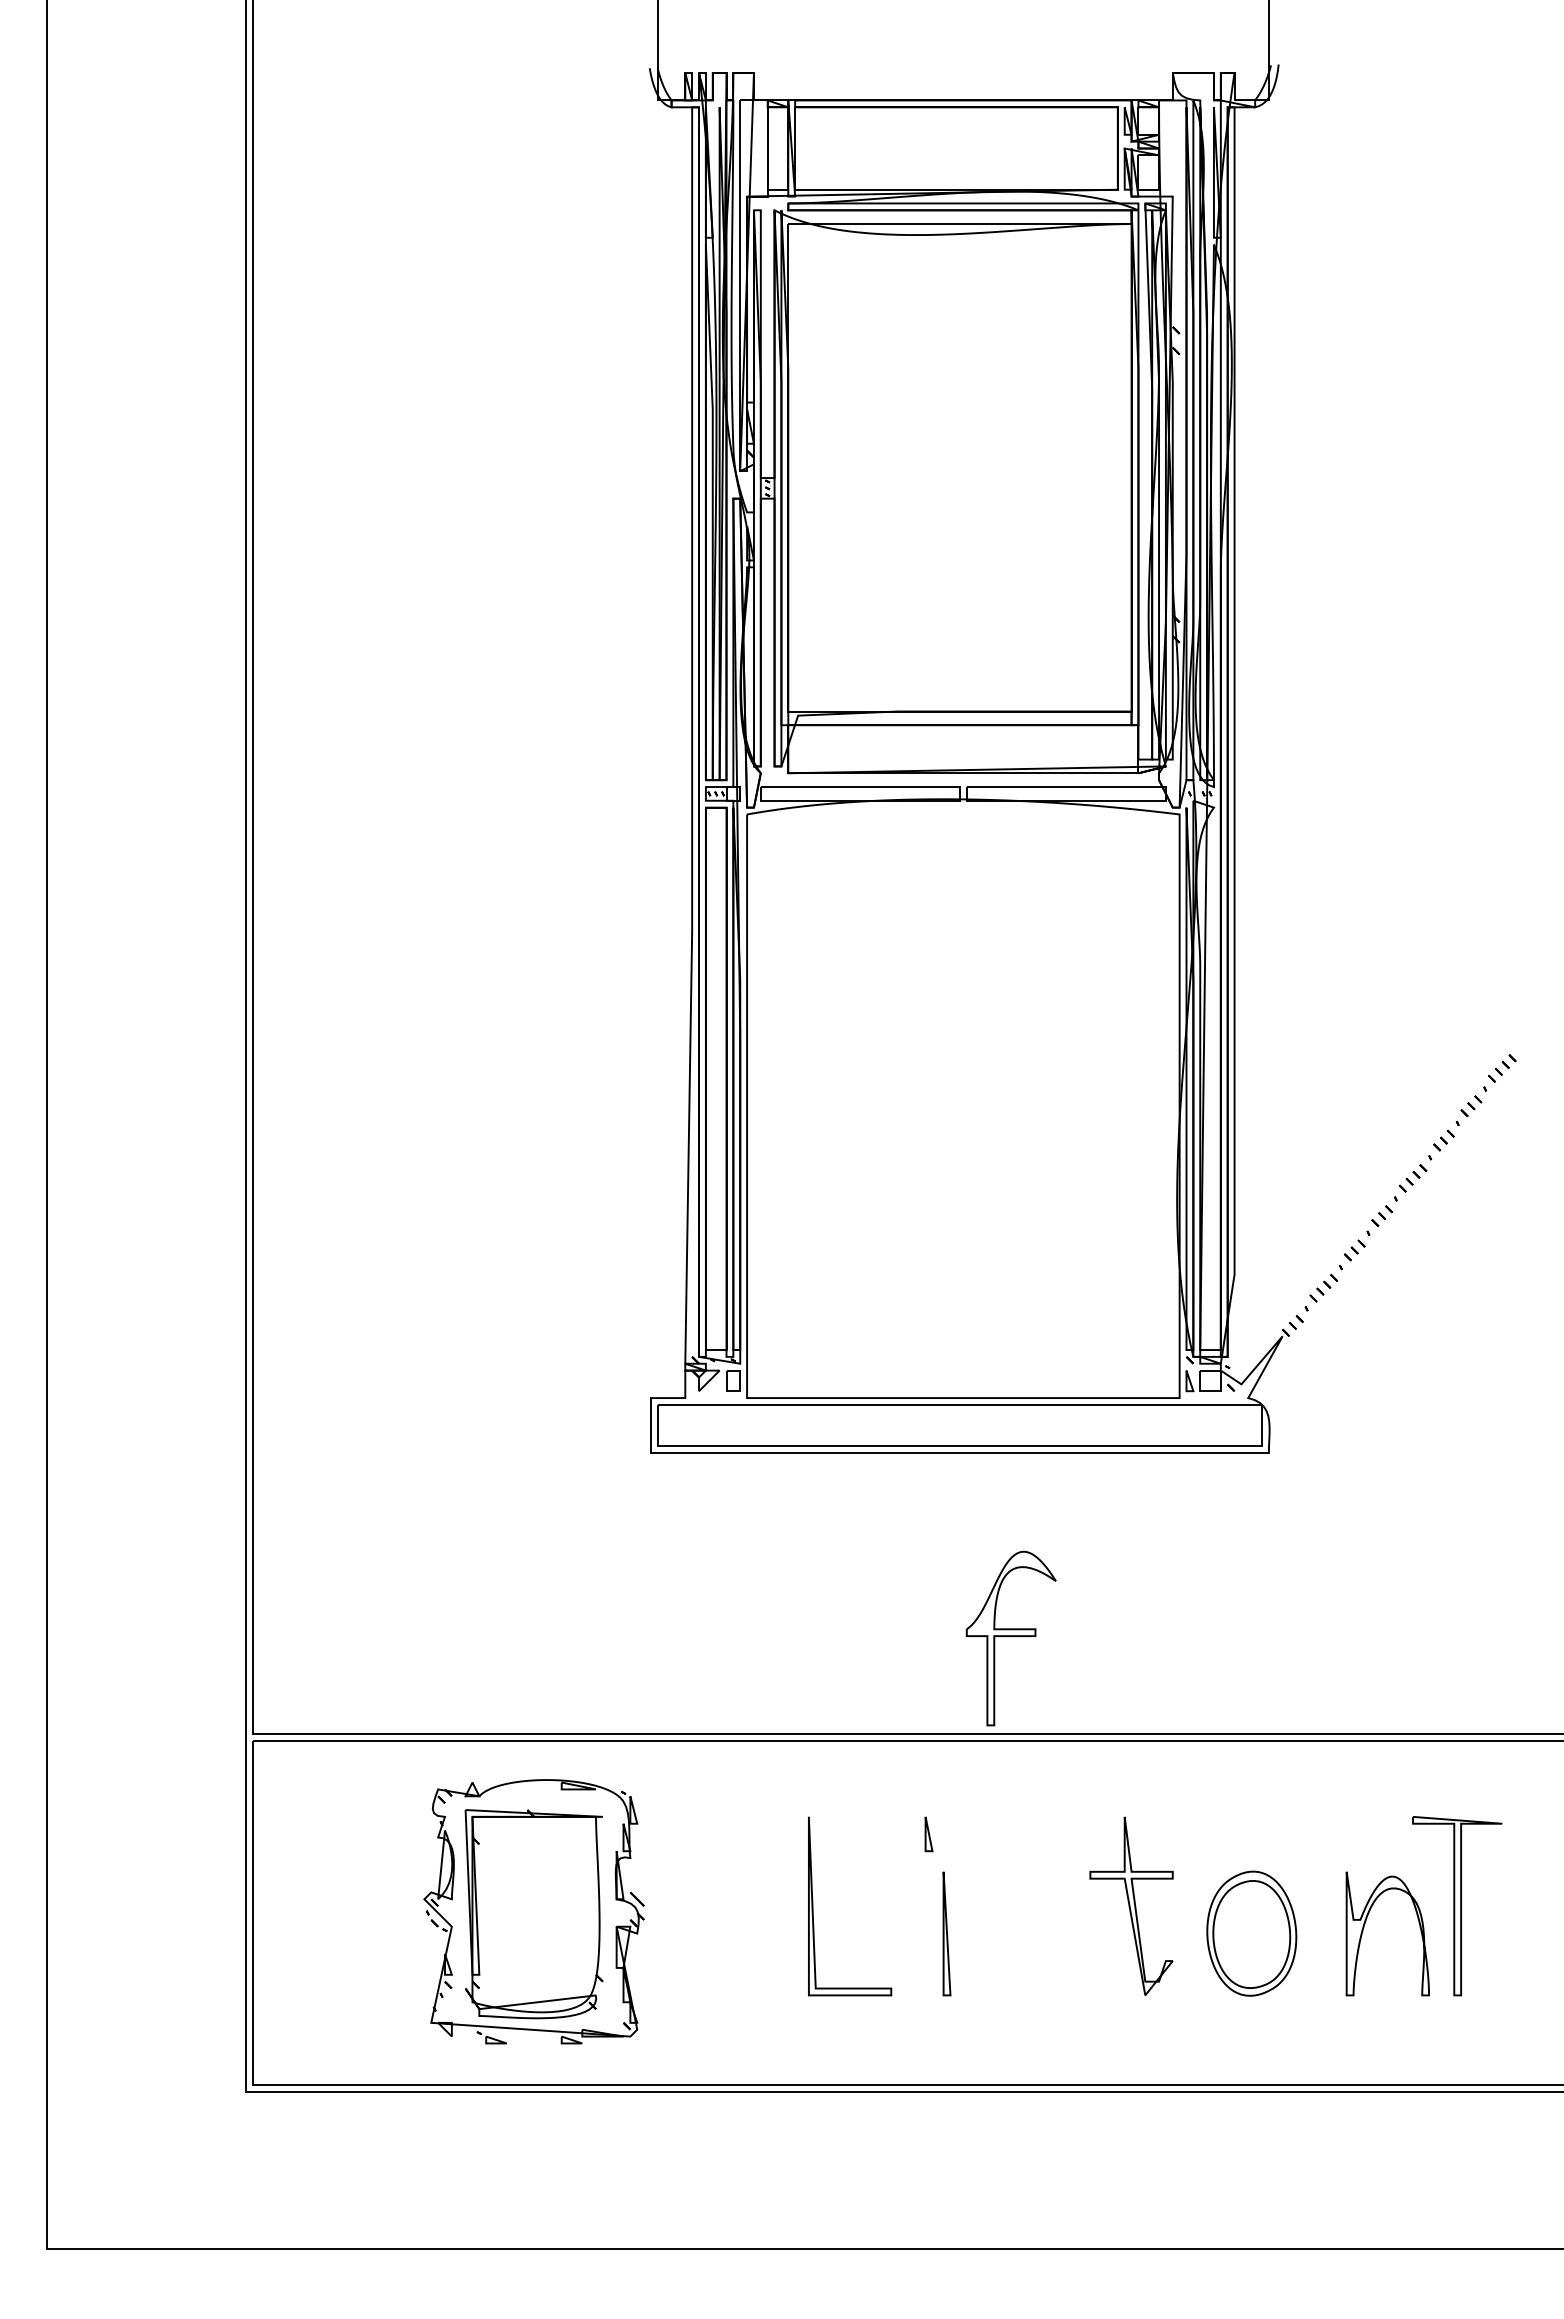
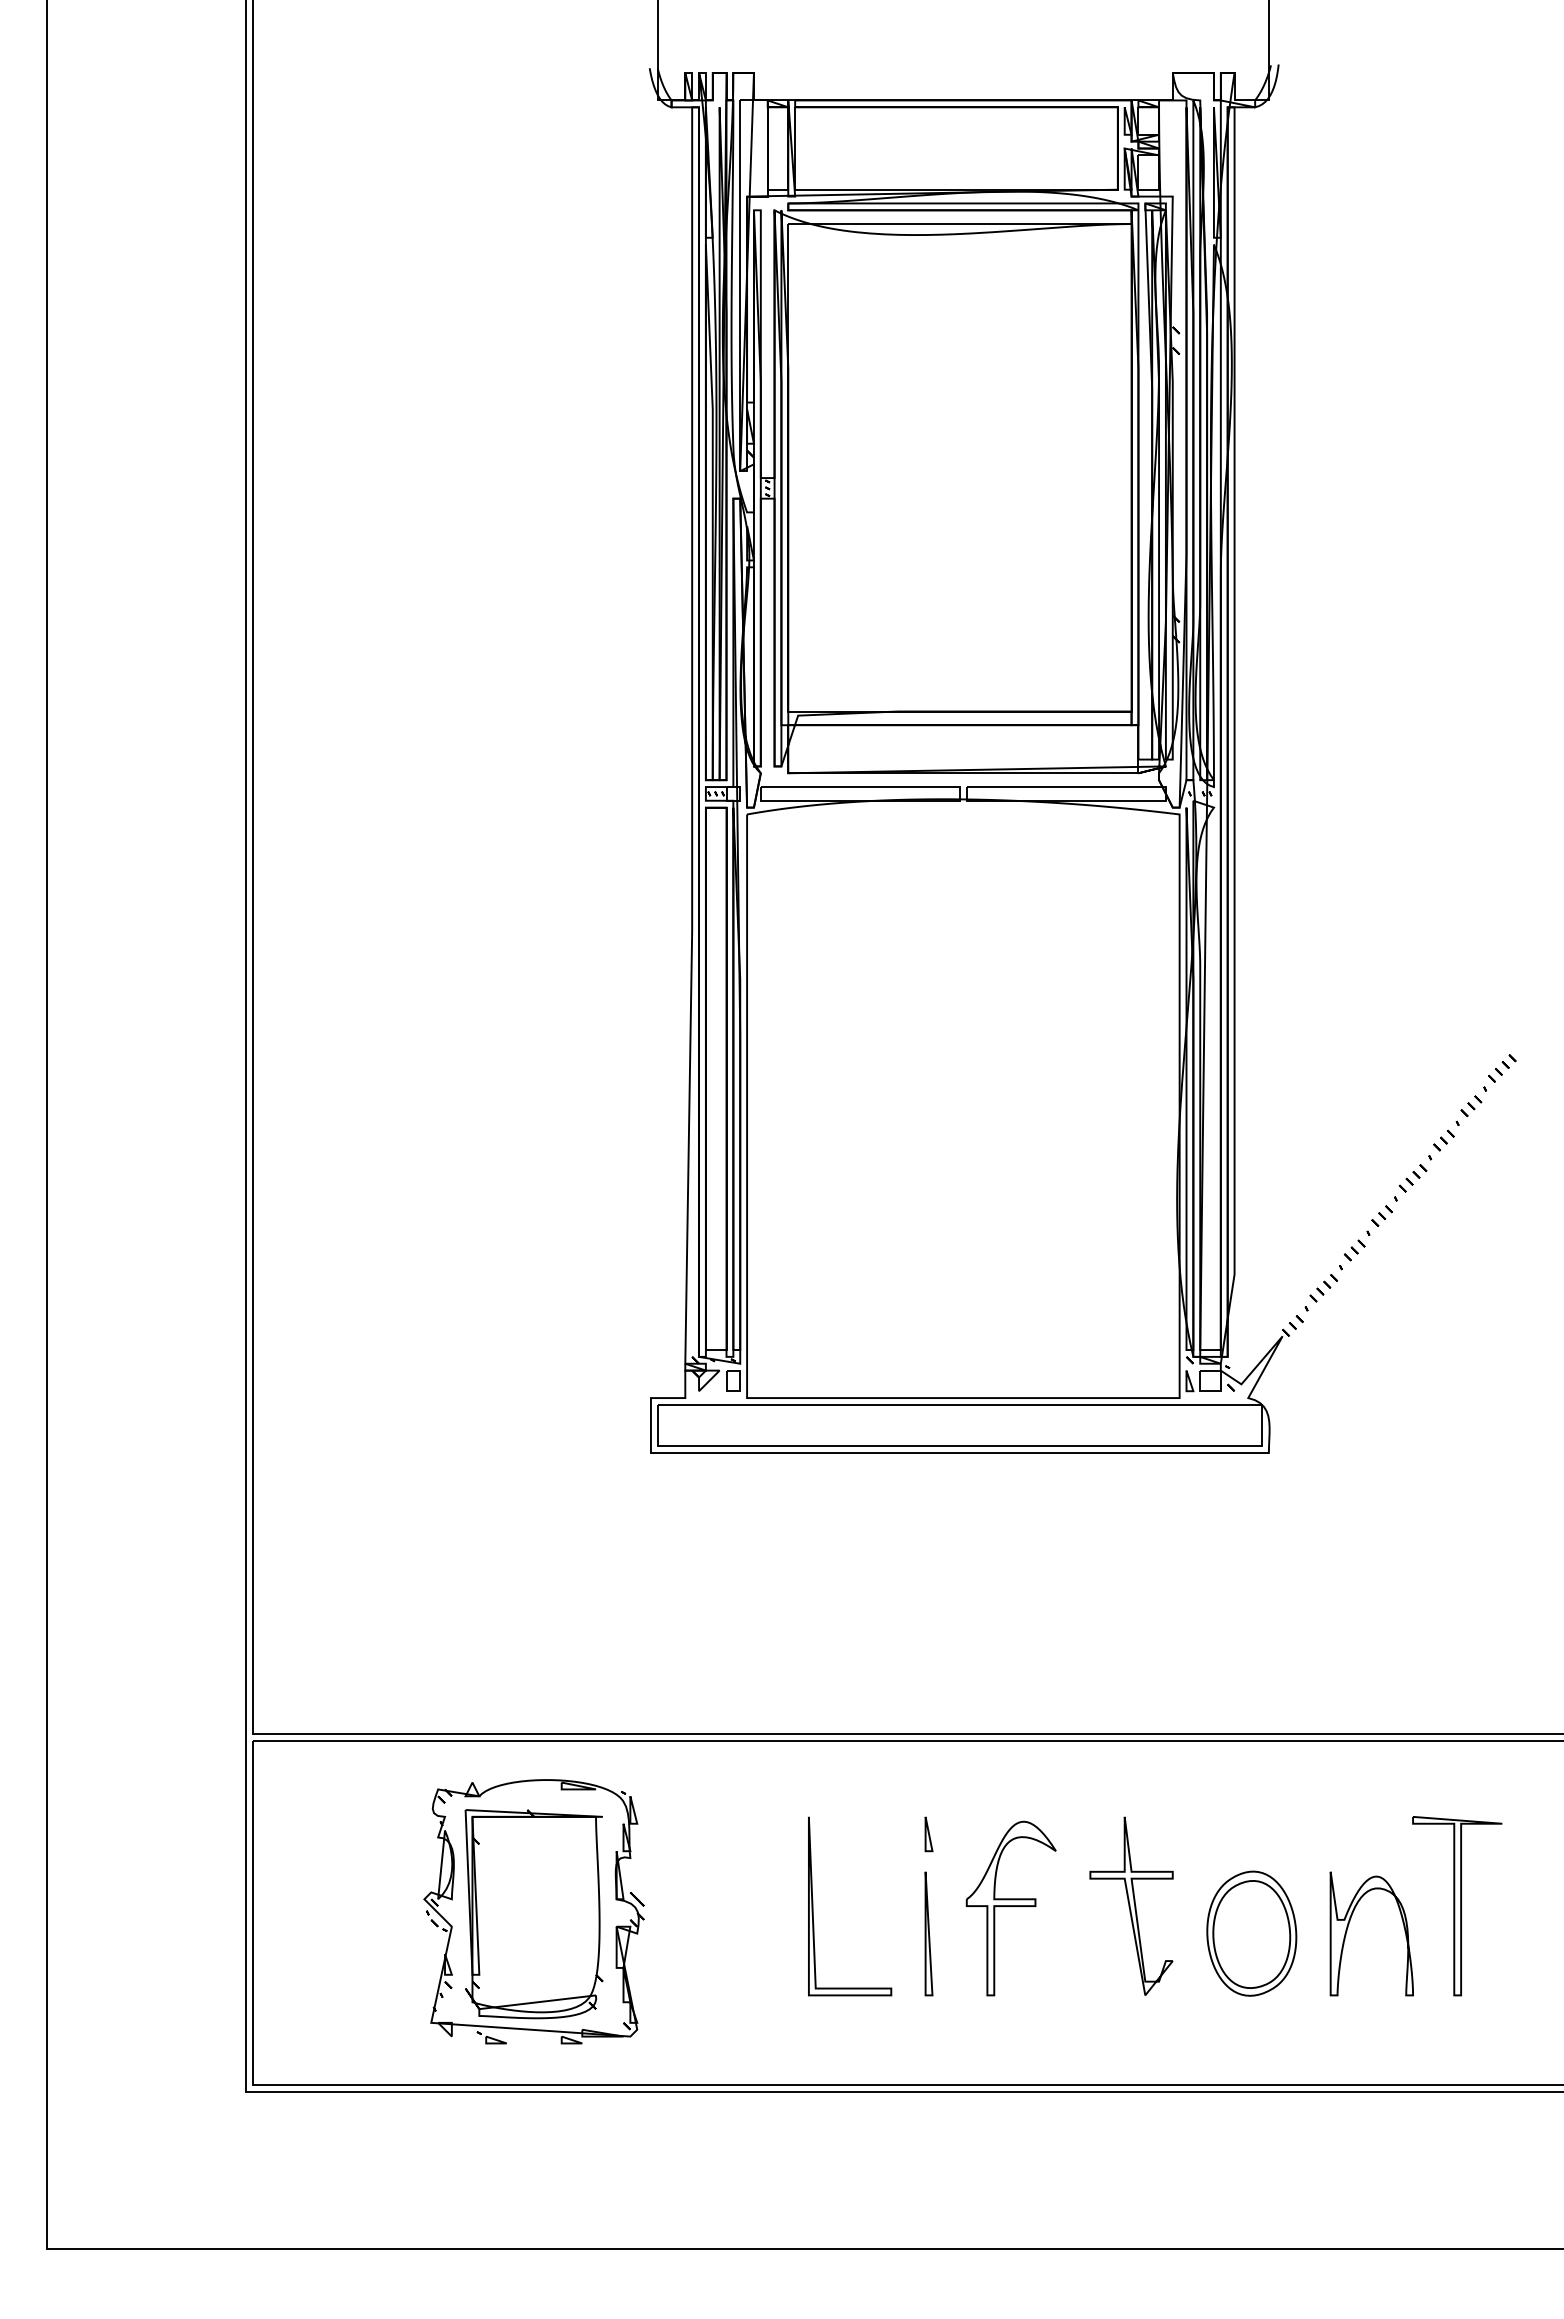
part at (1010, 1638) position: (1010, 1638) -> (1010, 1908)
part at (1365, 1924) position: (1365, 1924) -> (1349, 1924)
part at (946, 1933) position: (946, 1933) -> (928, 1933)
